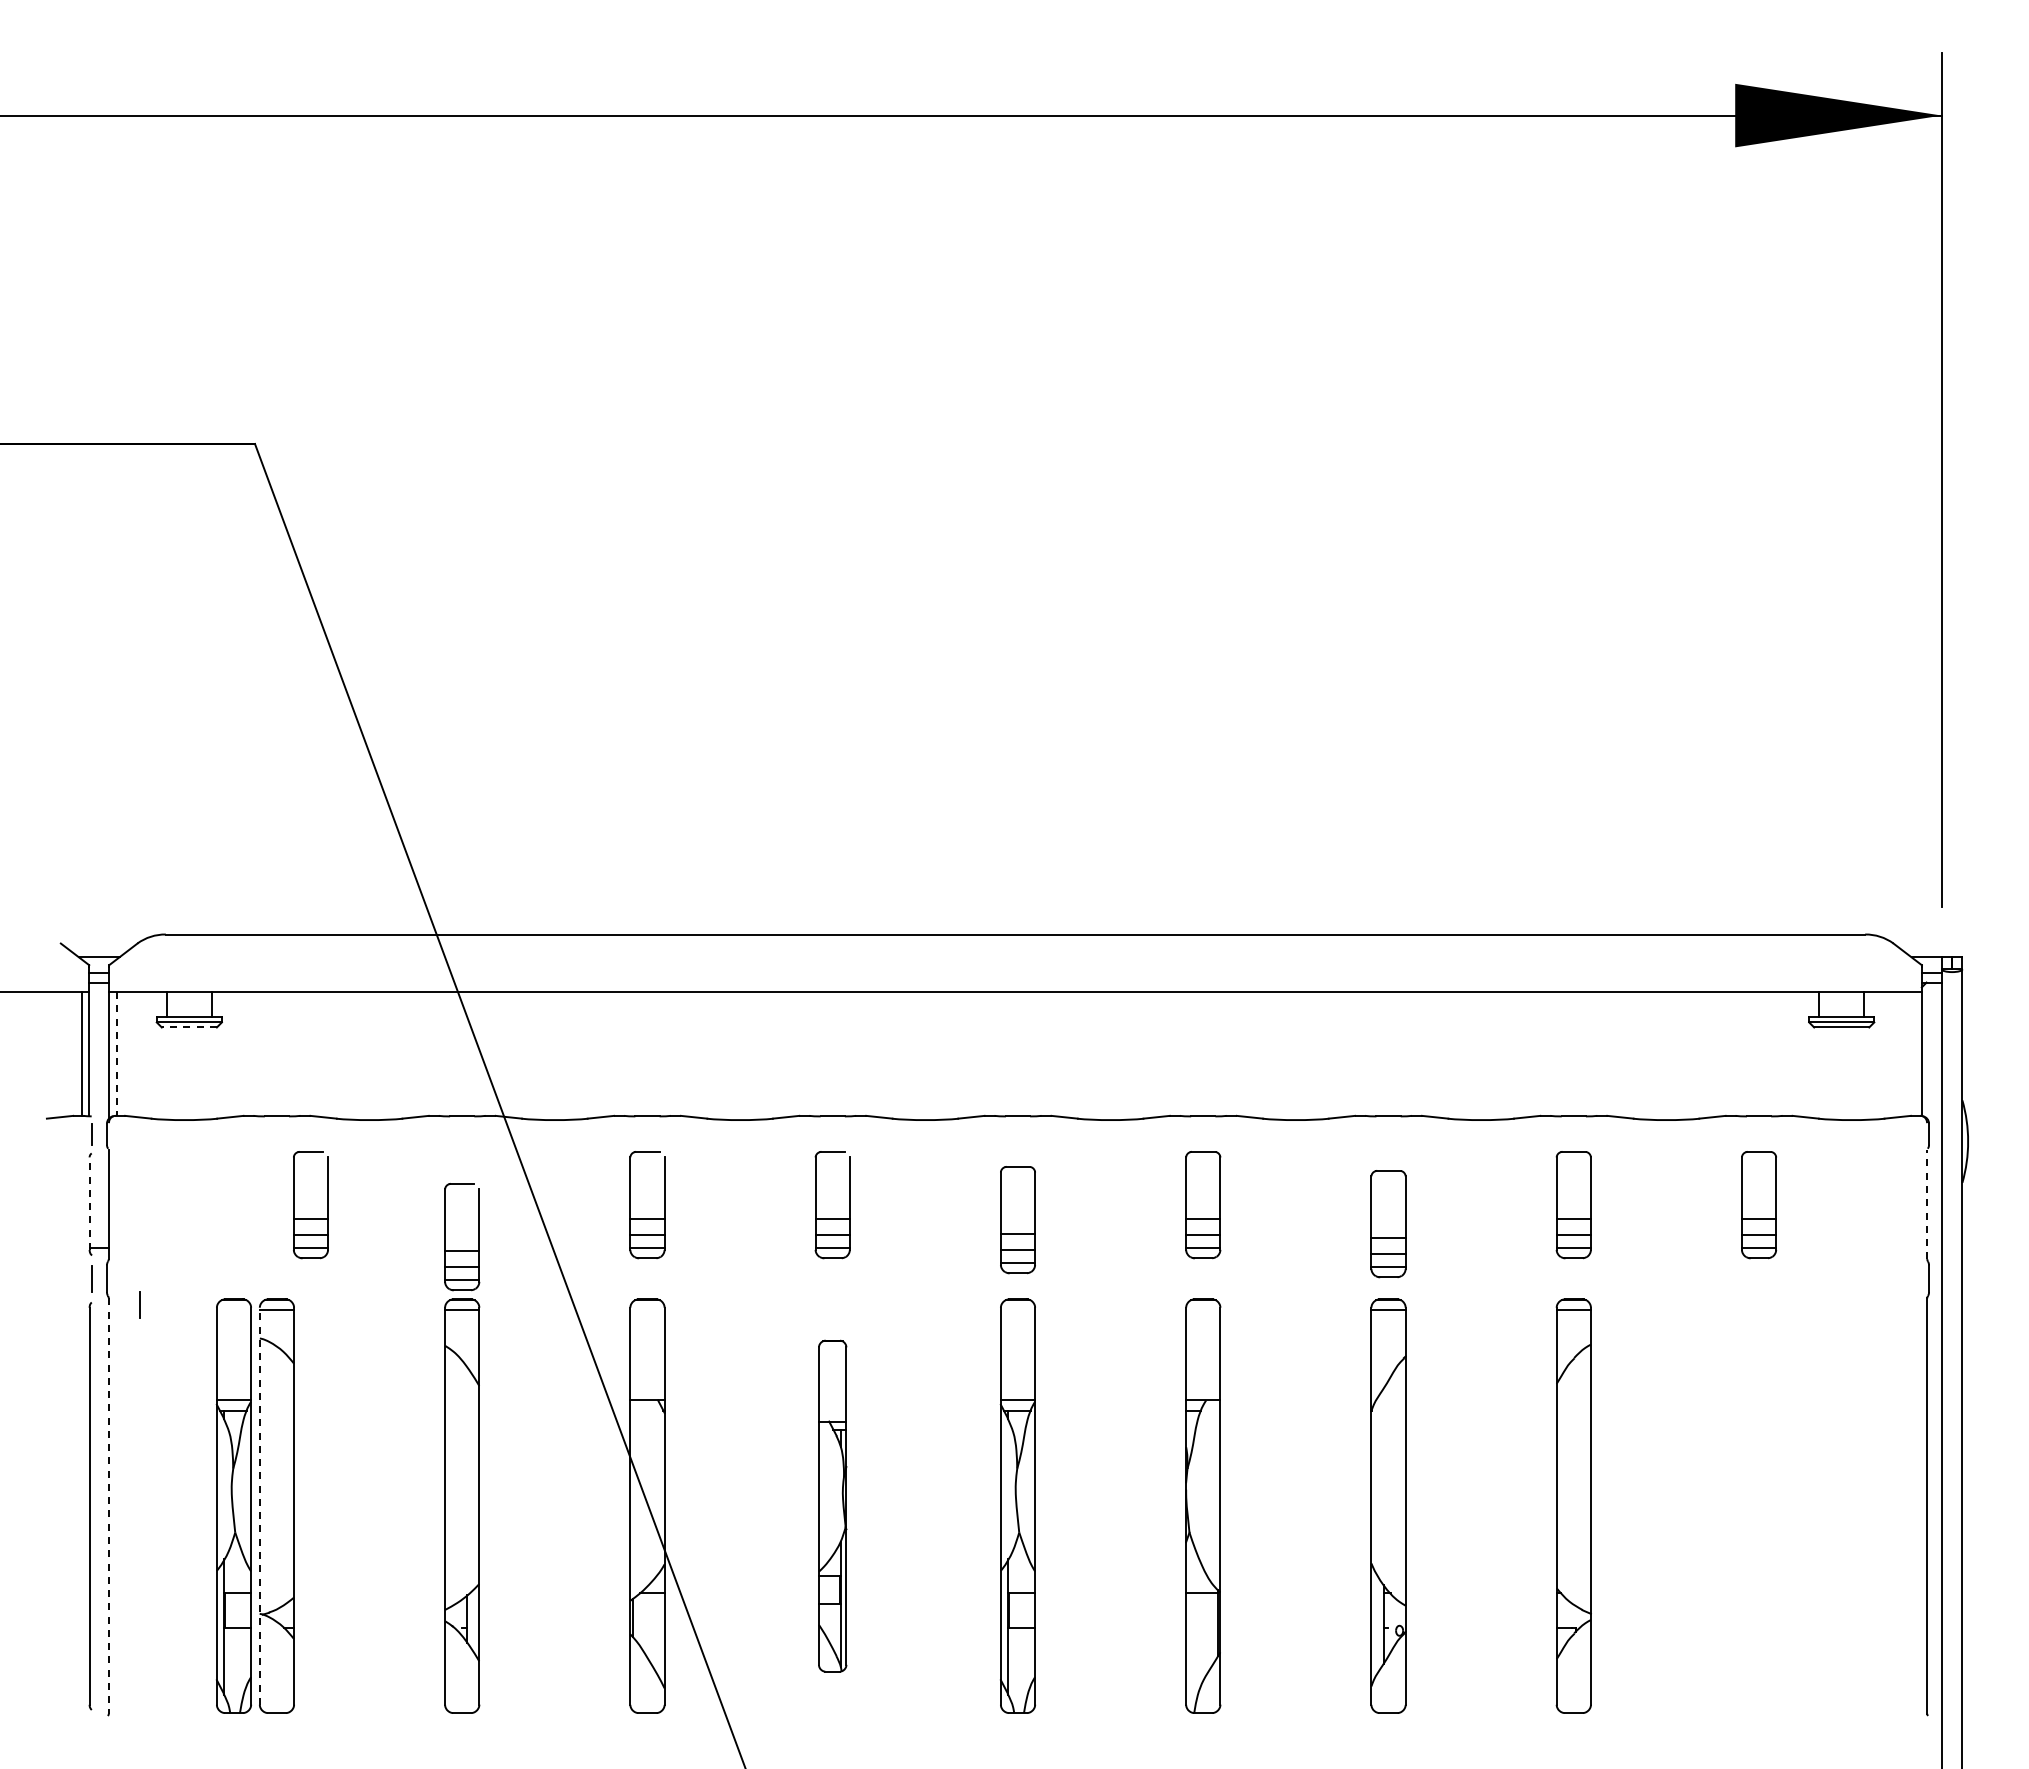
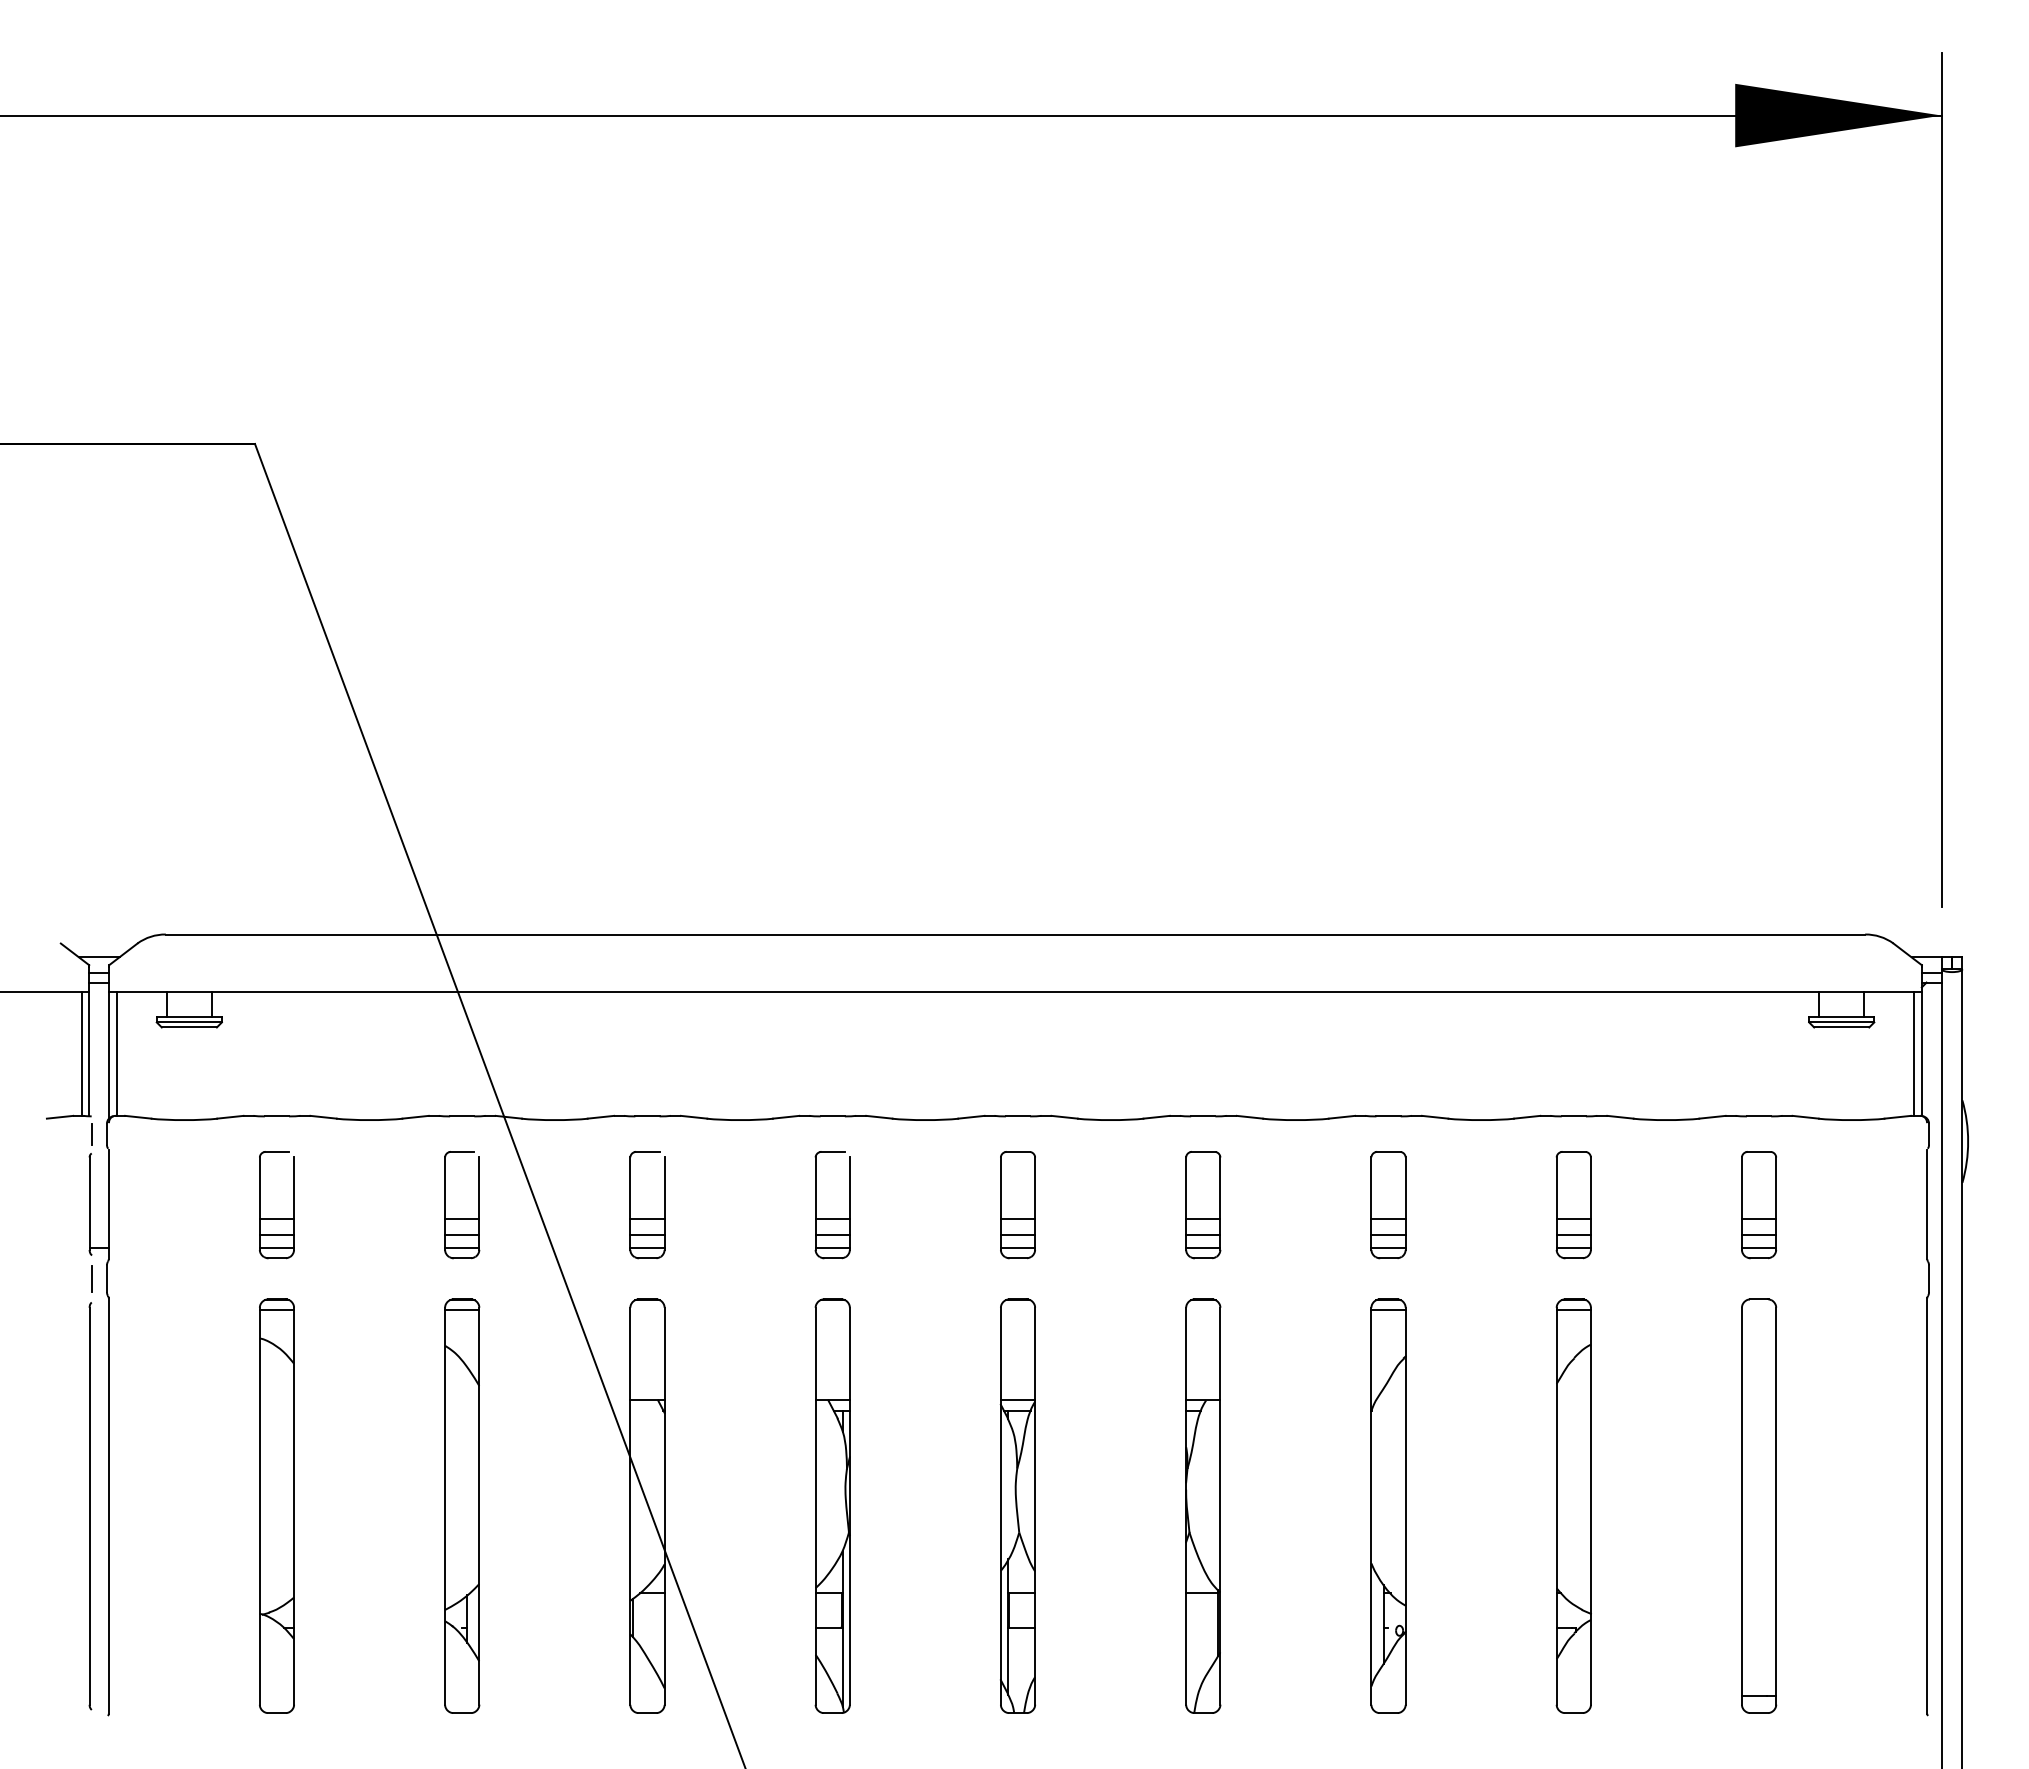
line at (189, 1027): dashed -> solid
line at (116, 1053): dashed -> solid
line at (1914, 1053): none -> present
line at (89, 1203): dashed -> solid
line at (1927, 1204): dashed -> solid
part at (310, 1218) position: (310, 1218) -> (276, 1218)
part at (1017, 1220) position: (1017, 1220) -> (1017, 1205)
part at (1388, 1224) position: (1388, 1224) -> (1388, 1205)
part at (462, 1250) position: (462, 1250) -> (462, 1218)
line at (139, 1304): present -> none
part at (233, 1505): present -> none
part at (832, 1505) size: 30x334 px -> 37x416 px
part at (1759, 1505): none -> present
line at (108, 1506): dashed -> solid
line at (259, 1506): dashed -> solid
